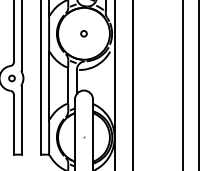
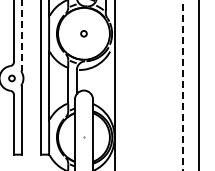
line at (21, 35): solid -> dashed
line at (132, 84): present -> none
line at (183, 85): solid -> dashed
